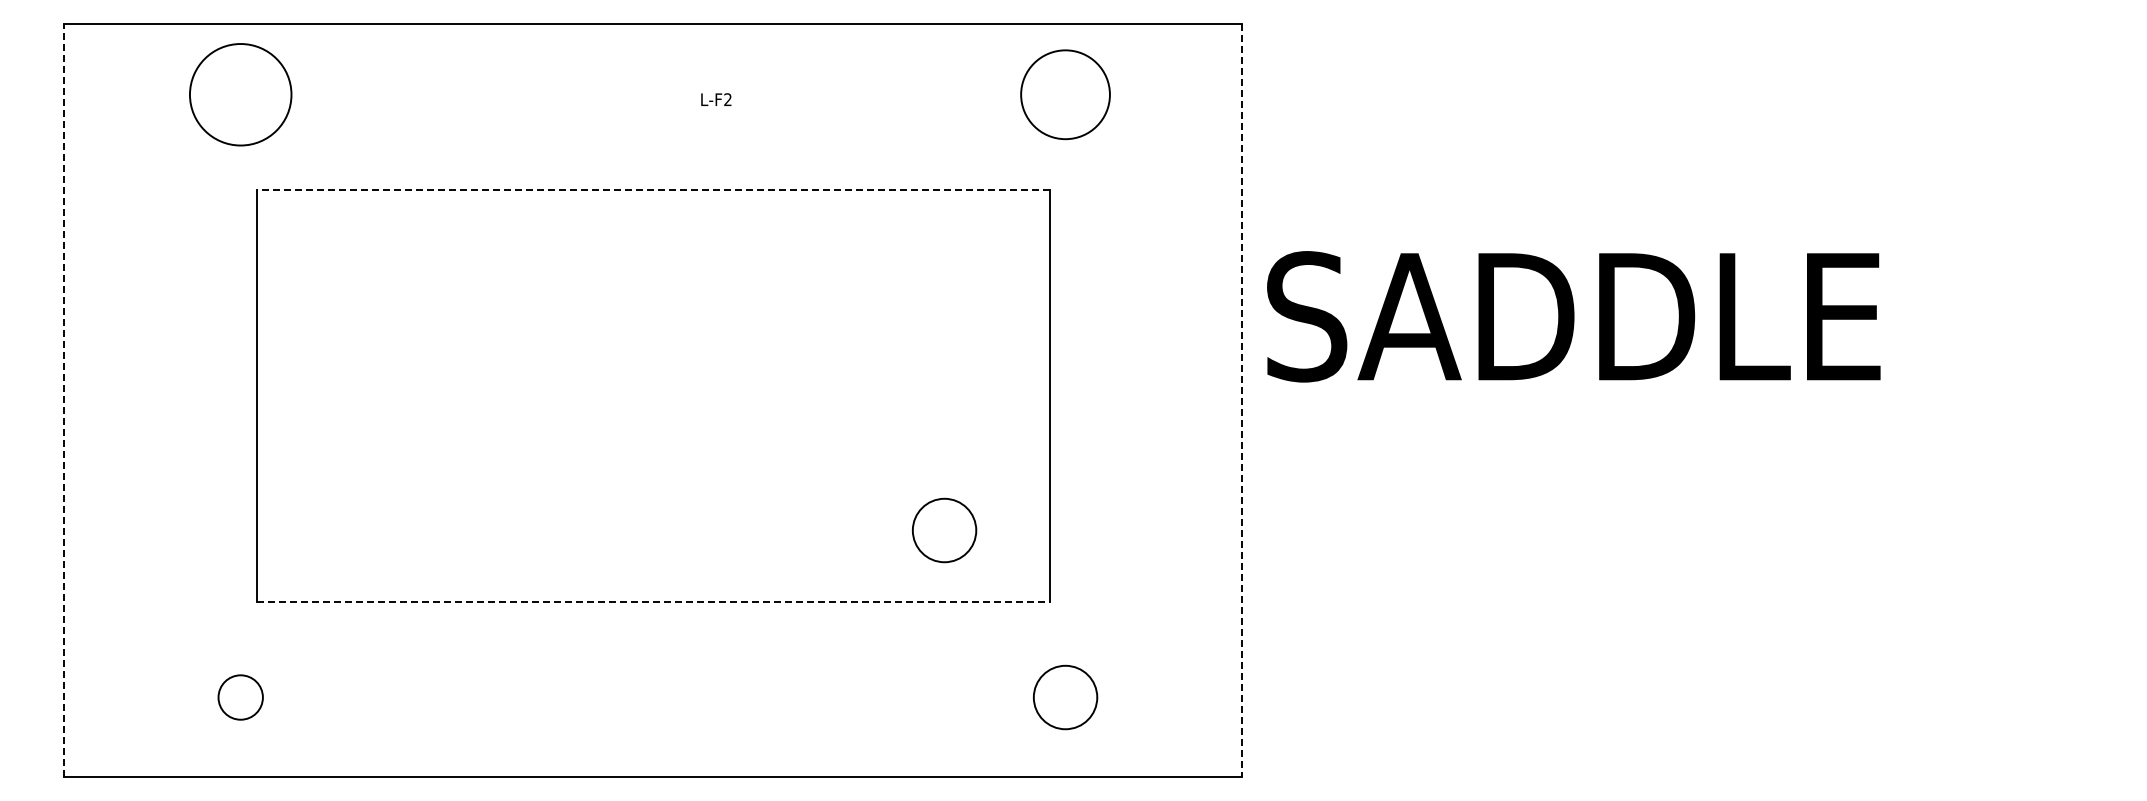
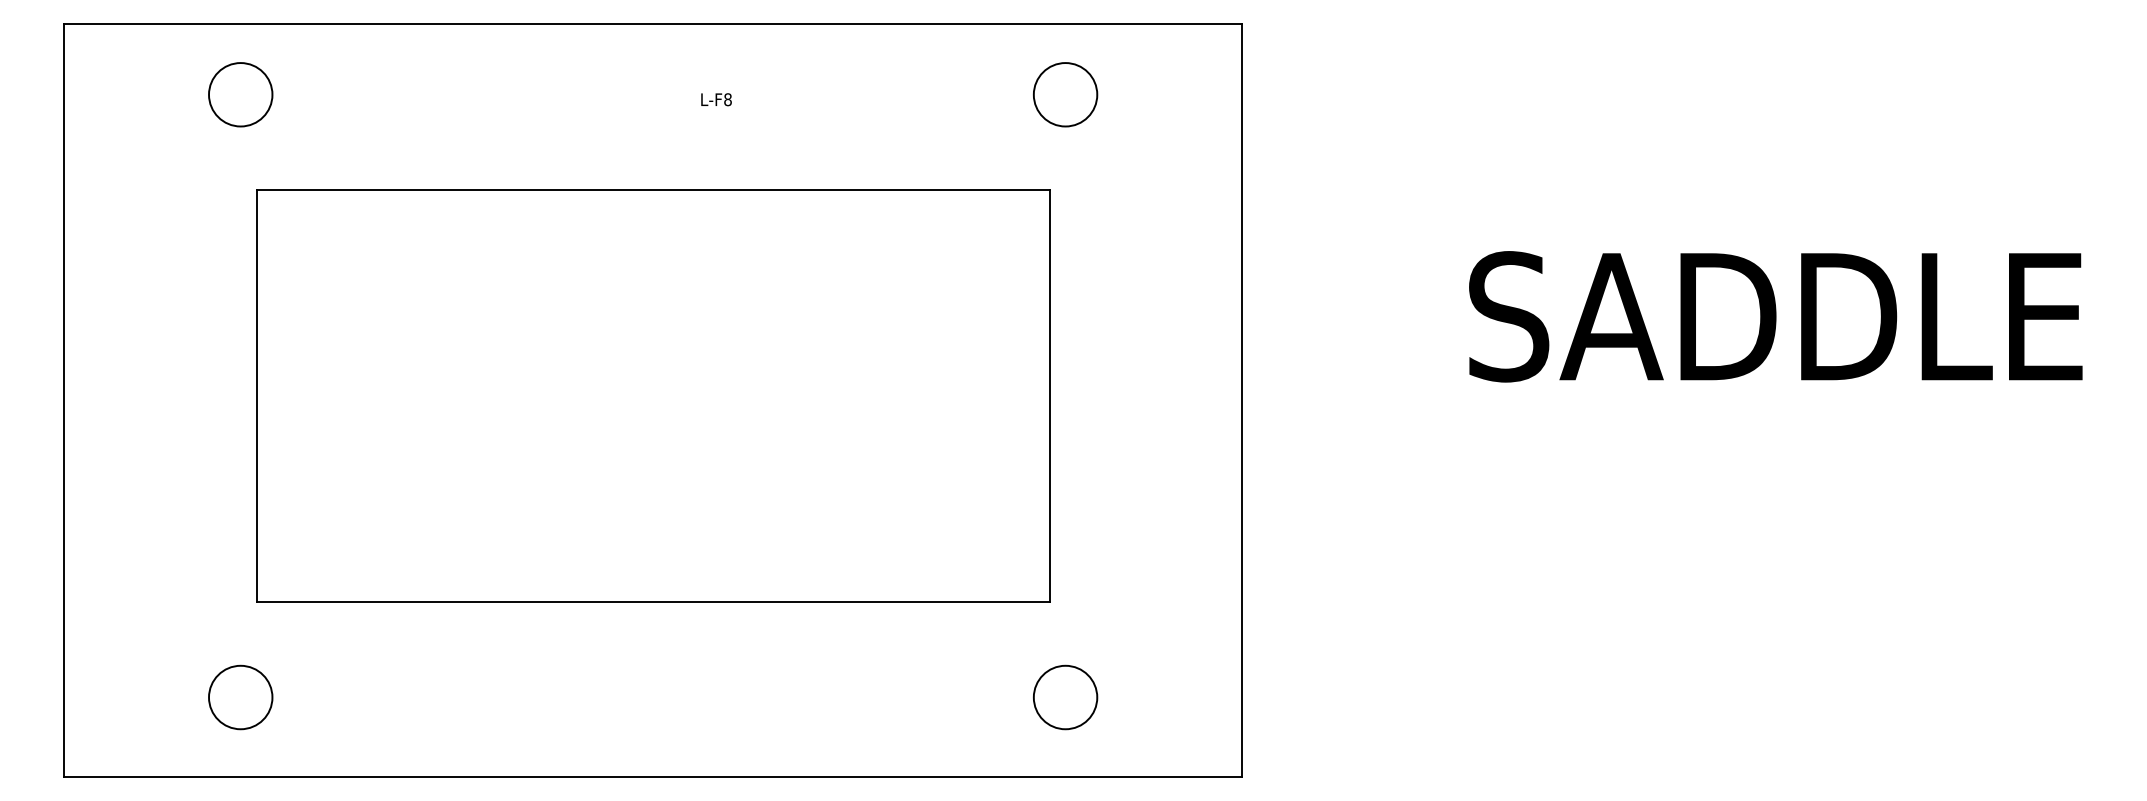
circle at (240, 94) diameter: 102 px -> 63 px
circle at (1065, 94) diameter: 89 px -> 63 px
text at (727, 99): L-F2 -> L-F8
line at (653, 189): dashed -> solid
text at (1573, 316) position: (1573, 316) -> (1775, 316)
line at (64, 400): dashed -> solid
line at (1241, 400): dashed -> solid
circle at (944, 530): present -> none
line at (653, 602): dashed -> solid
circle at (240, 697) diameter: 44 px -> 63 px
